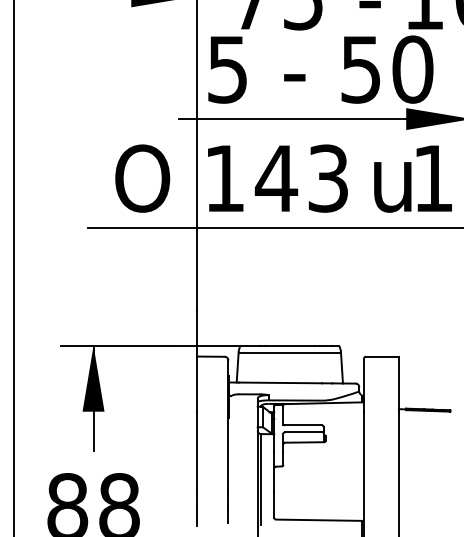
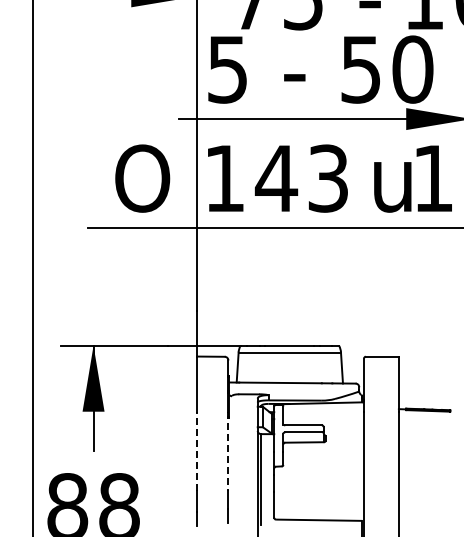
line at (13, 267) position: (13, 267) -> (32, 267)
line at (197, 451): solid -> dashed
line at (228, 451): solid -> dashed
